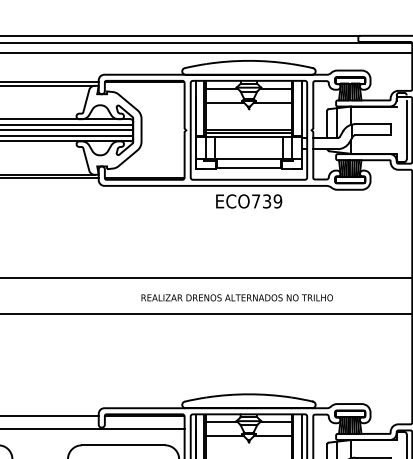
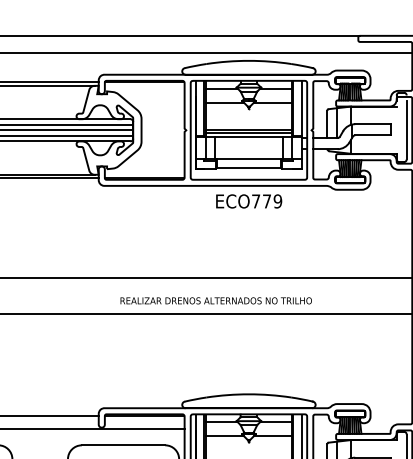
line at (205, 43): present -> none
text at (267, 201): ECO739 -> ECO779
text at (236, 297) position: (236, 297) -> (215, 300)
